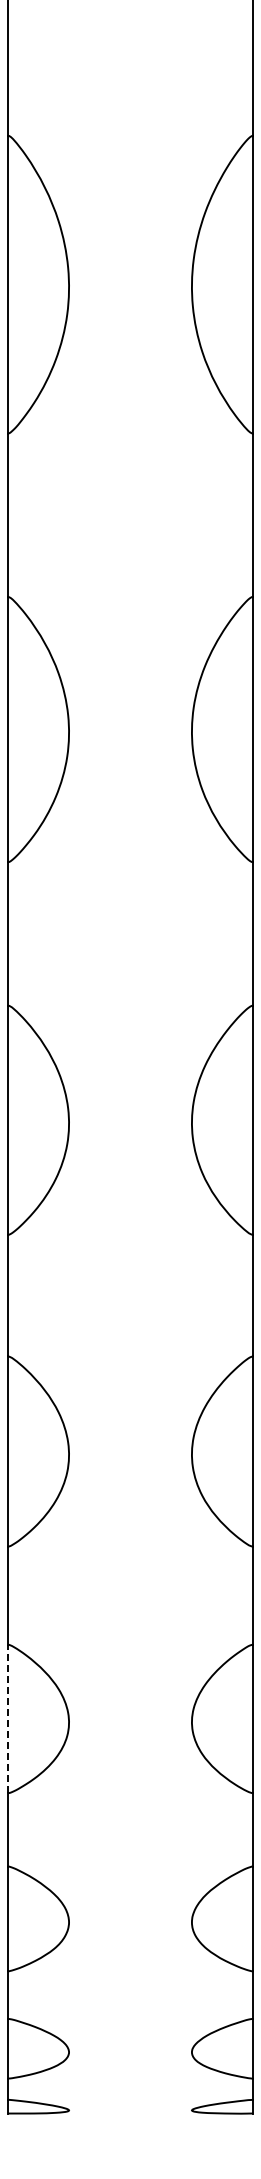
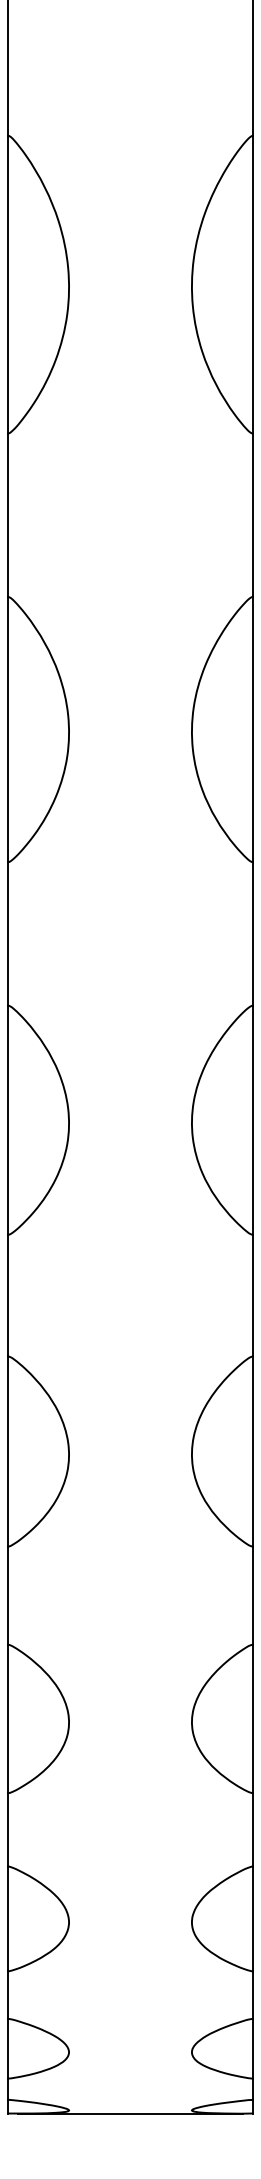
line at (7, 1718): dashed -> solid
line at (130, 2113): none -> present
